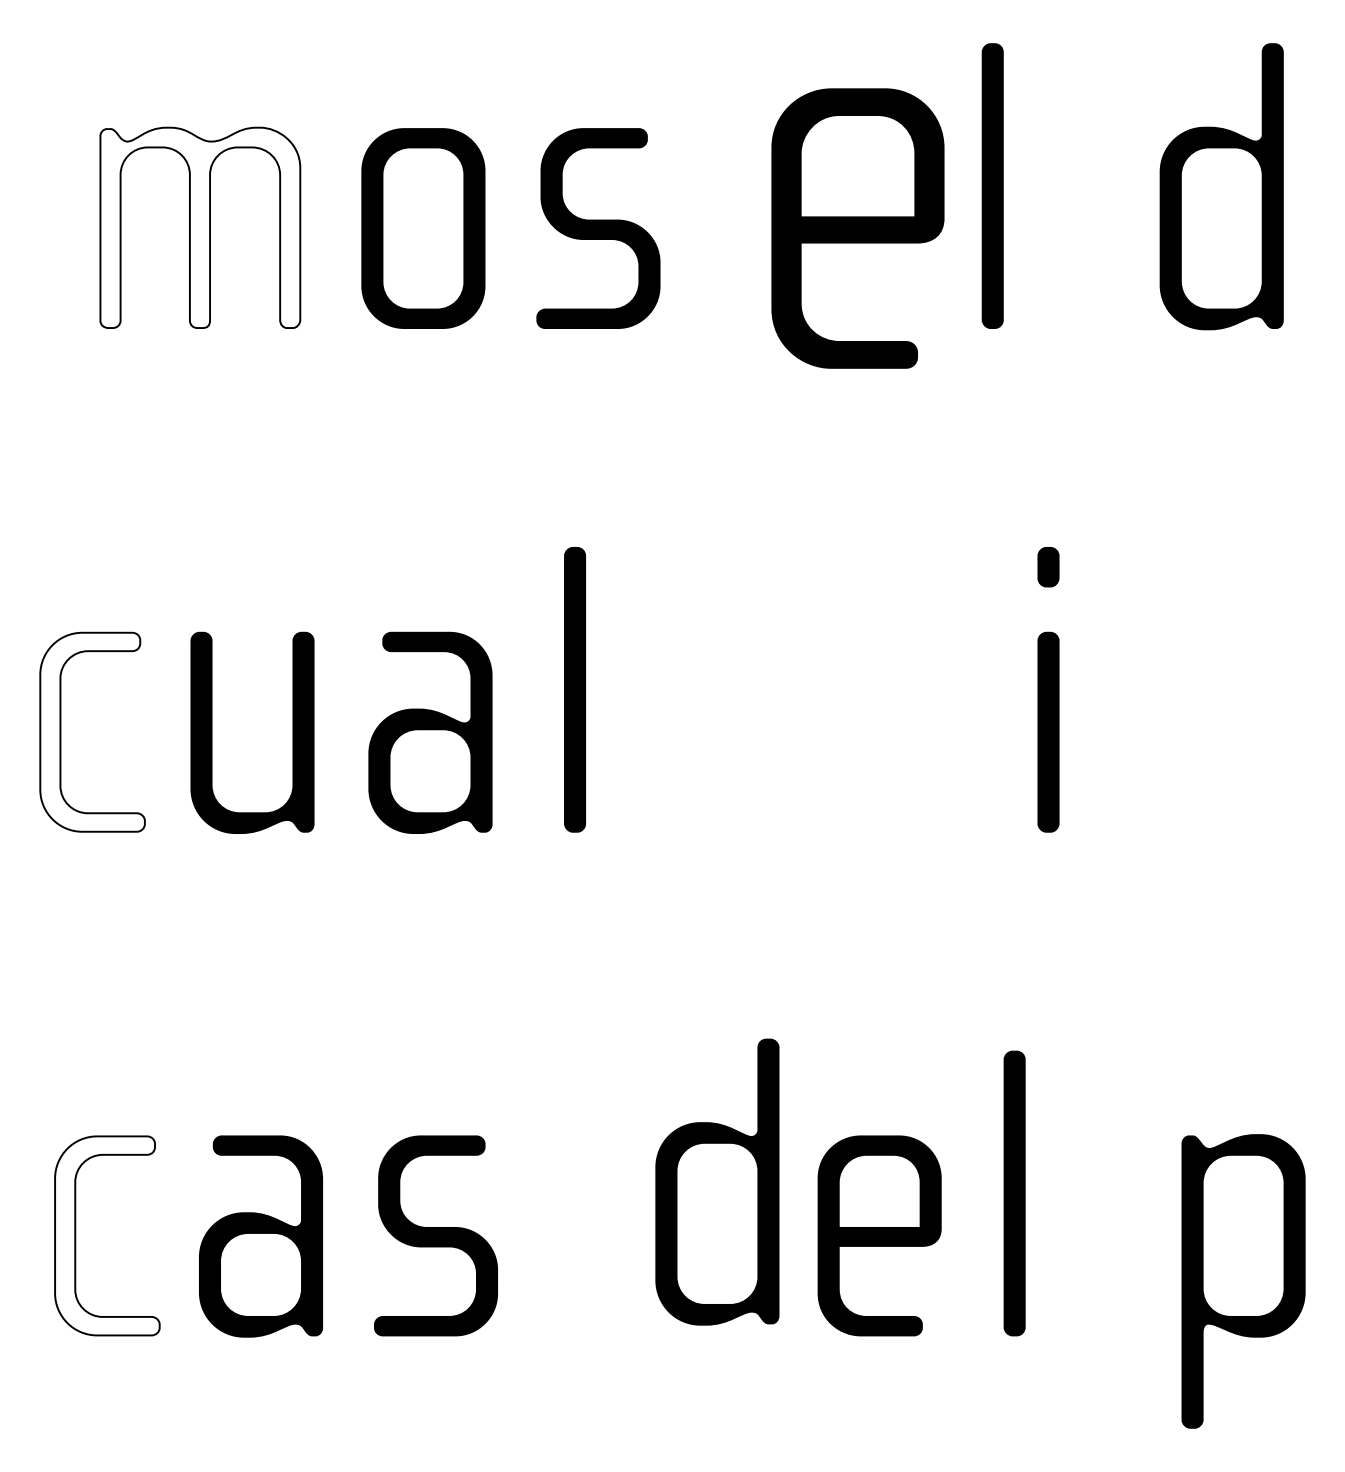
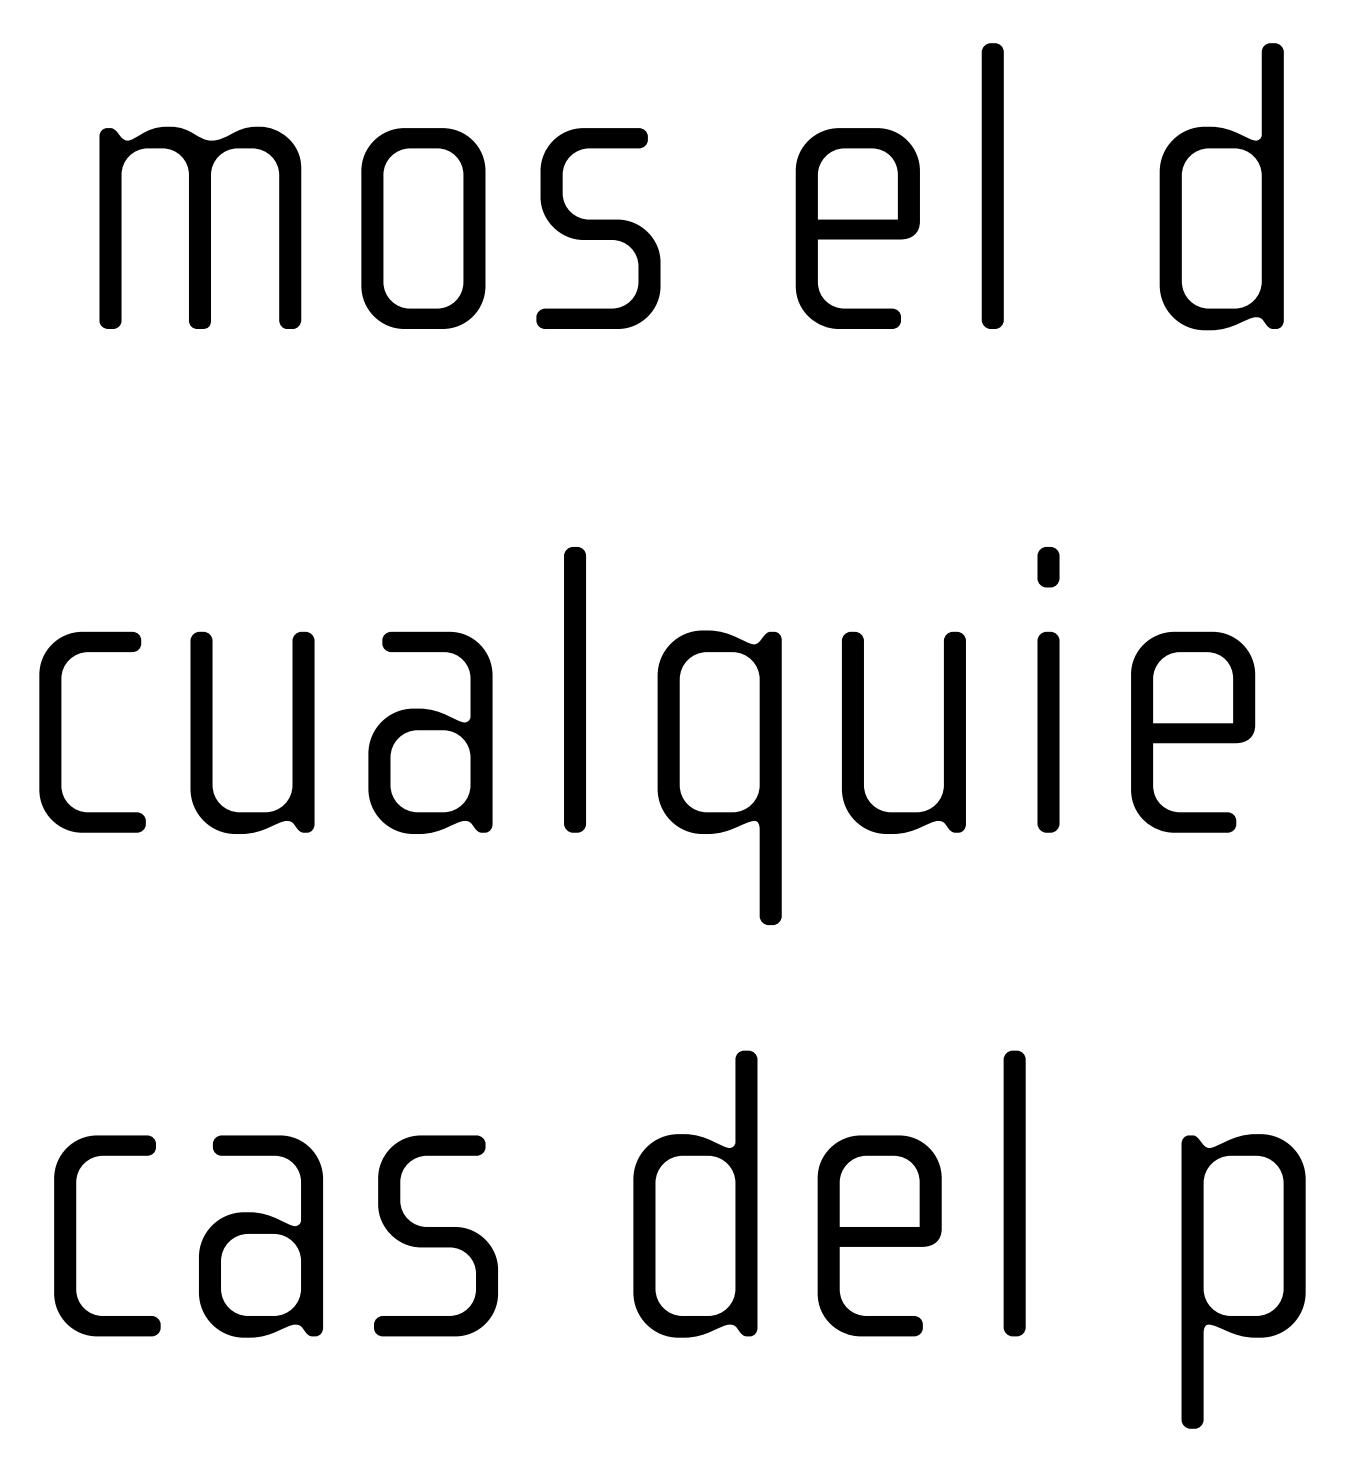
fill at (200, 227): none -> present
part at (857, 228) size: 174x281 px -> 125x201 px
fill at (92, 731): none -> present
part at (1193, 731): none -> present
part at (863, 732): none -> present
part at (719, 777): none -> present
part at (717, 1181) position: (717, 1181) -> (695, 1193)
fill at (107, 1235): none -> present
